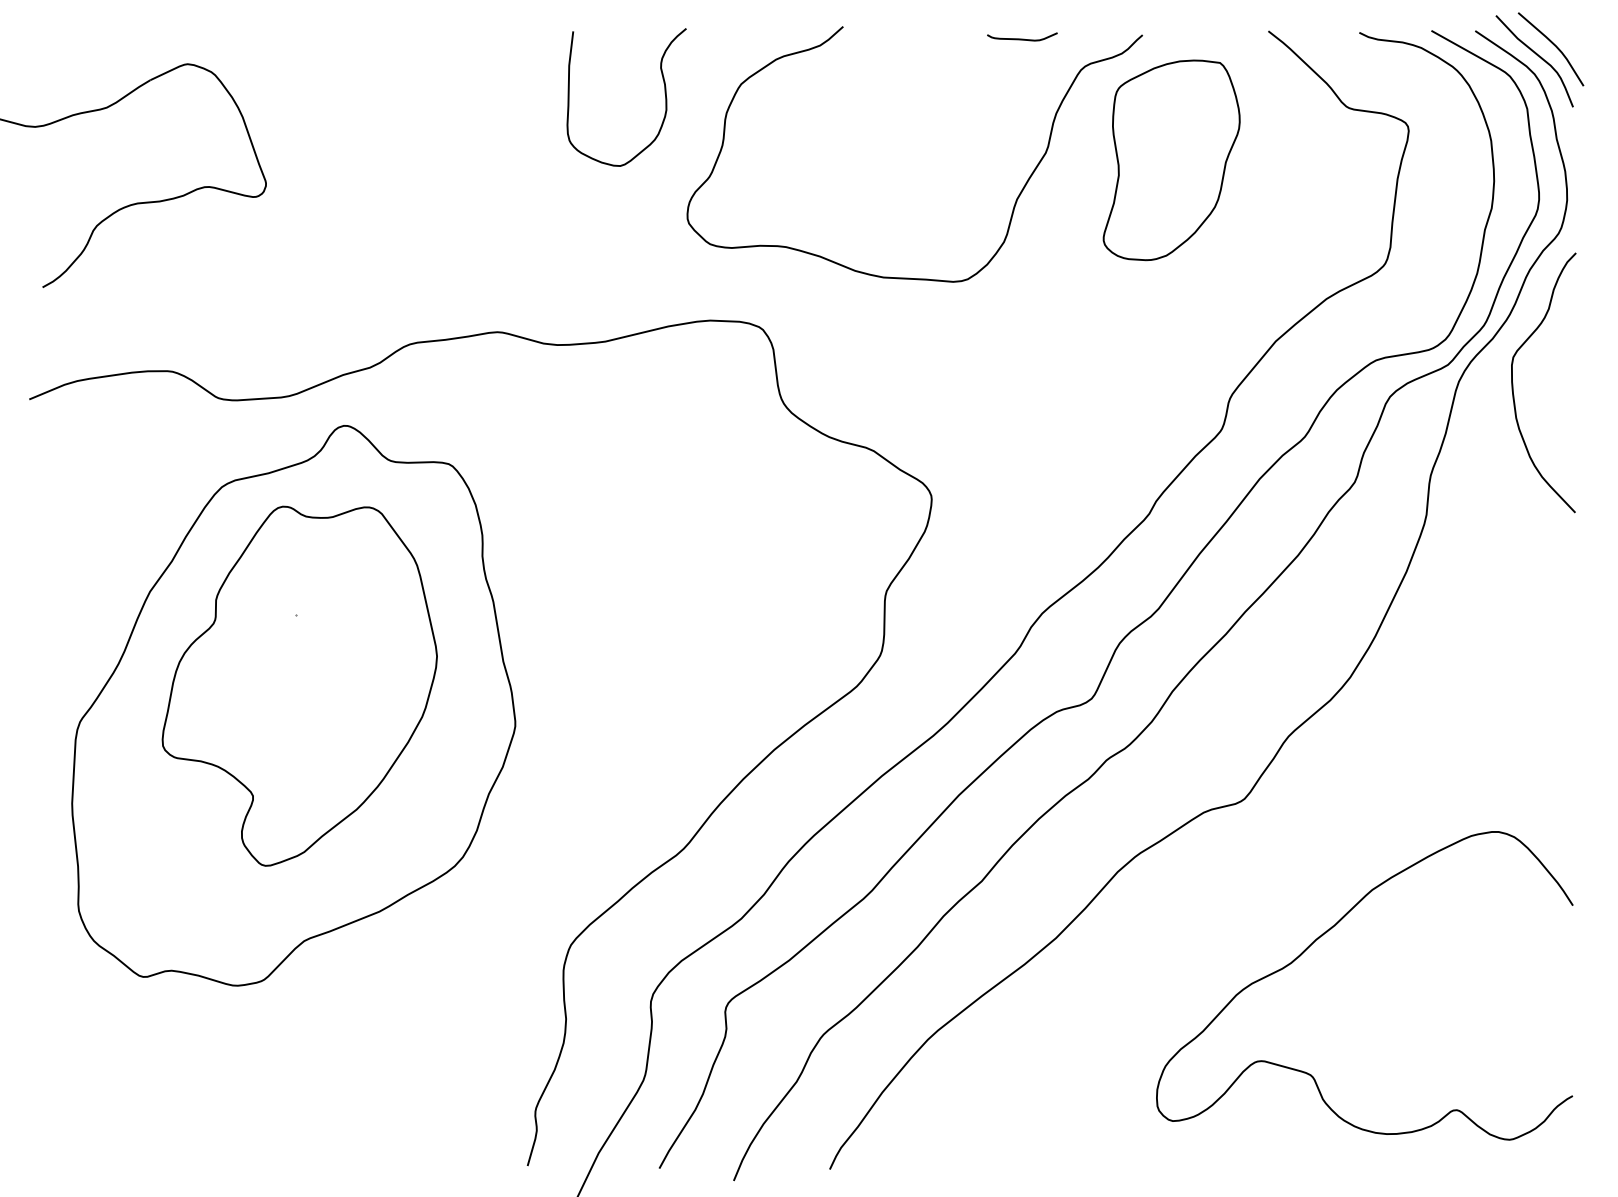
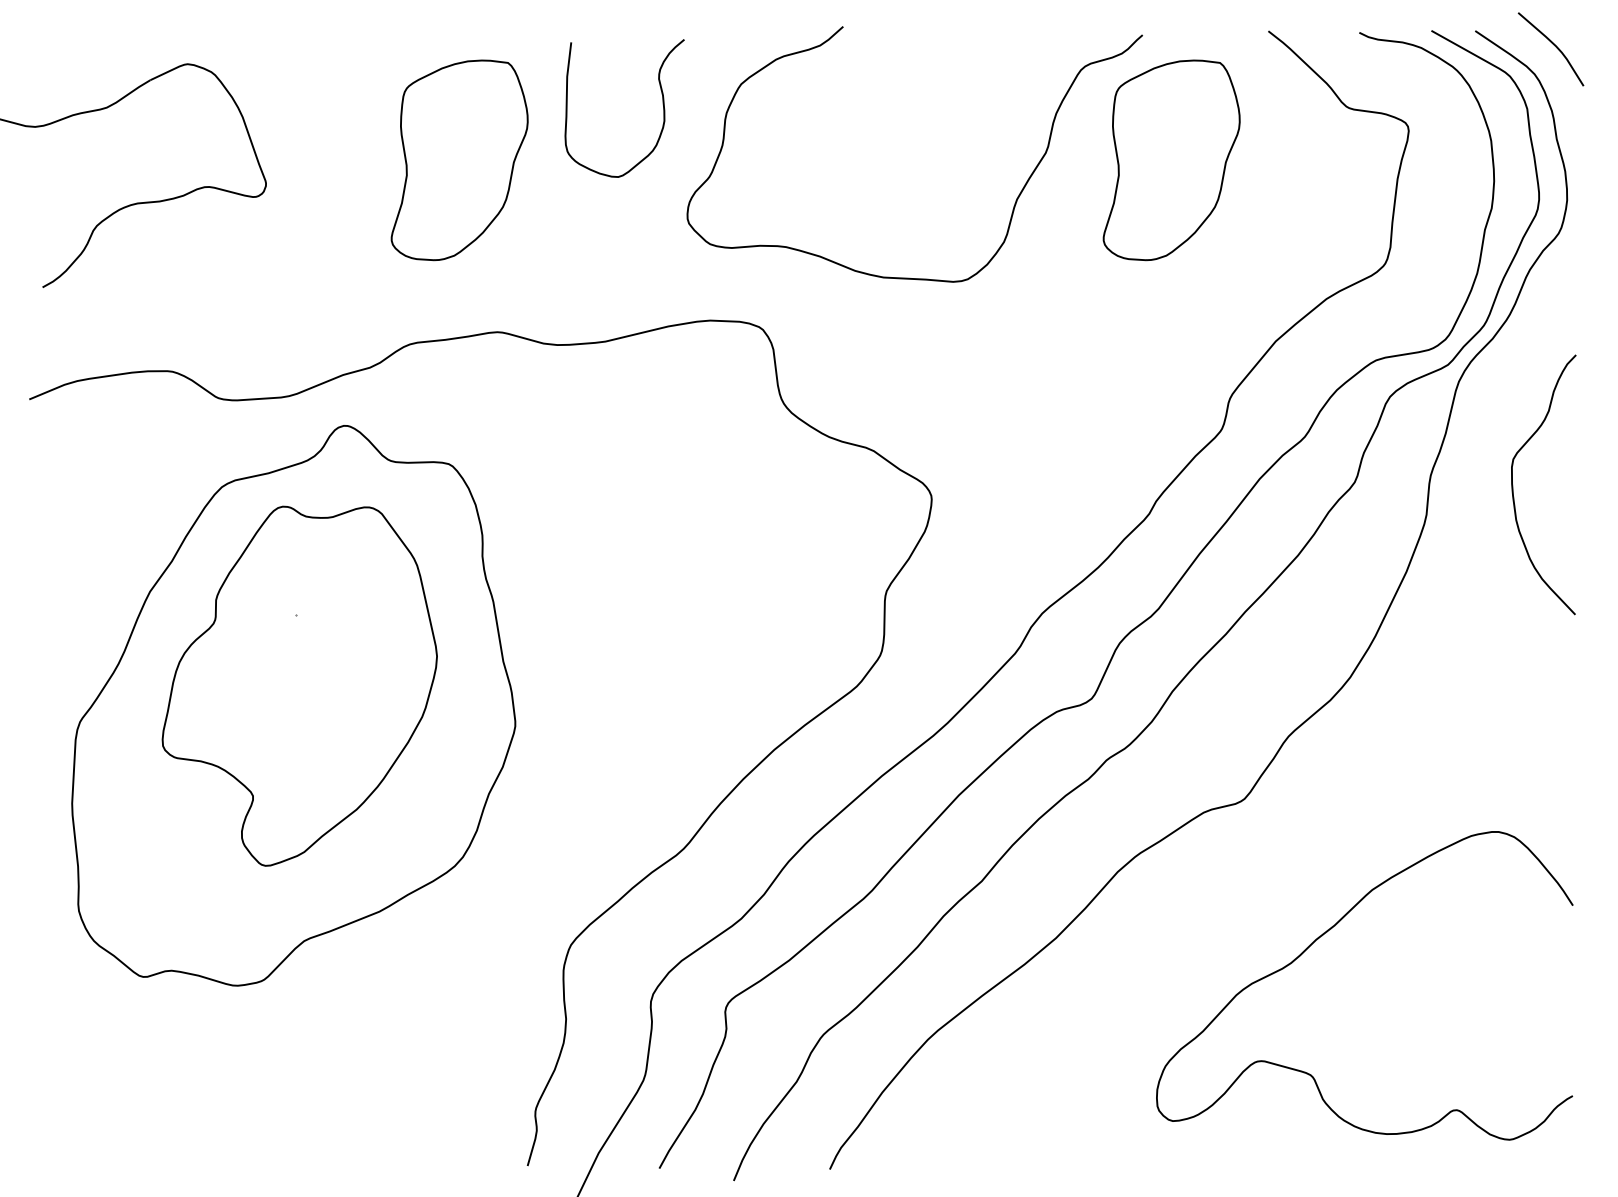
curve at (1022, 38): present -> none
curve at (1537, 56): present -> none
curve at (664, 93) position: (664, 93) -> (662, 104)
part at (459, 160): none -> present
curve at (1513, 383) position: (1513, 383) -> (1513, 485)
